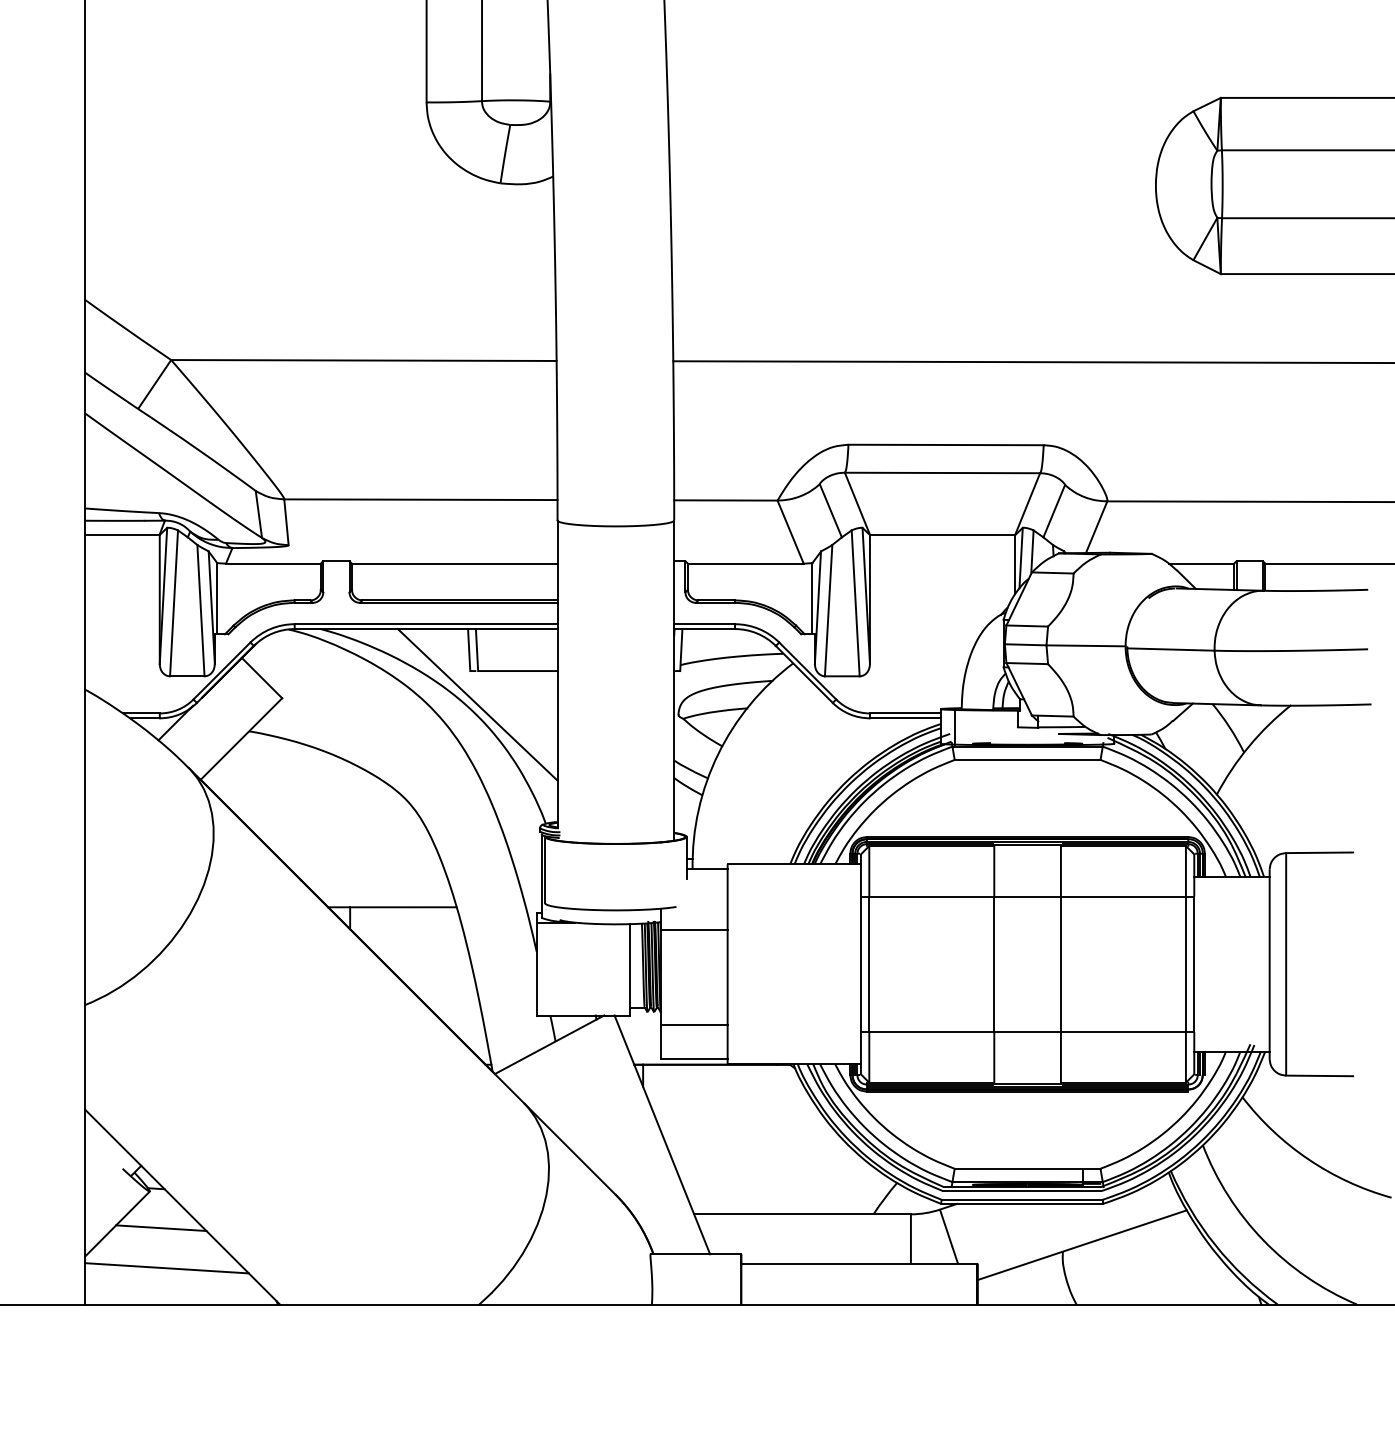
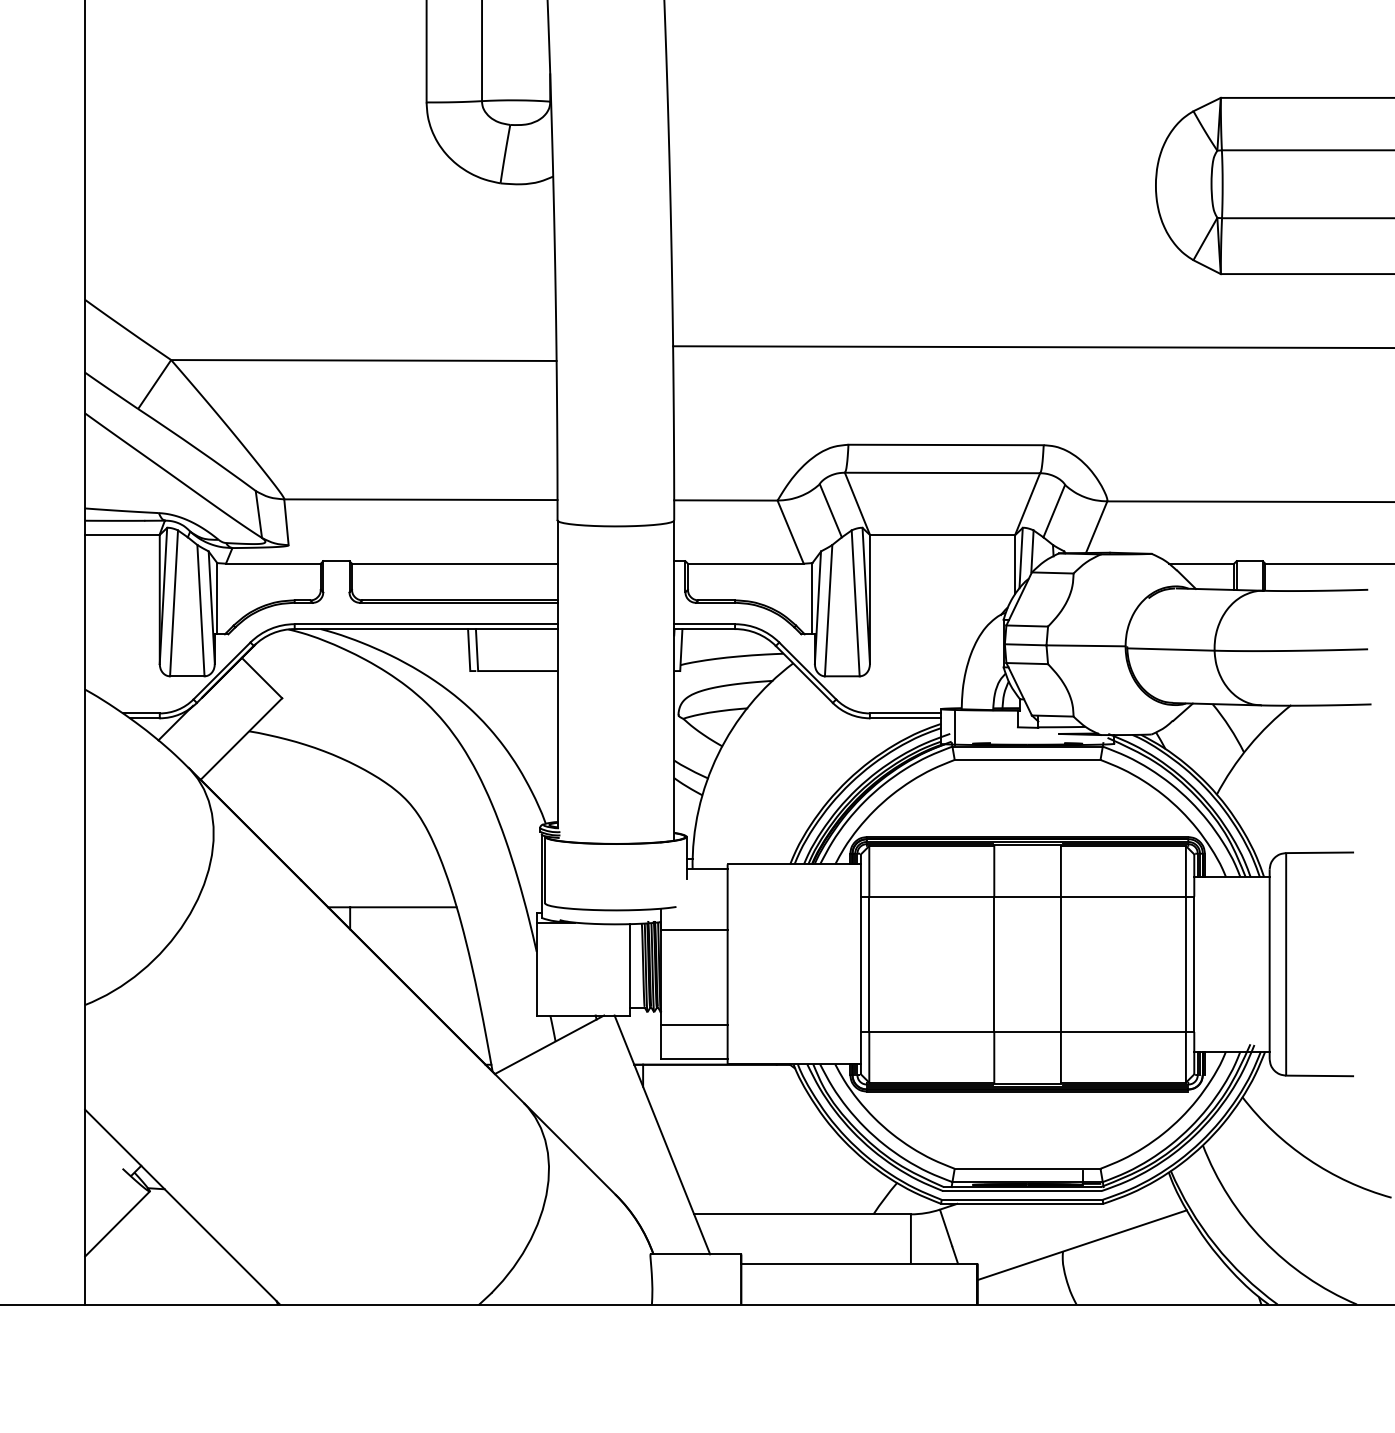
line at (1032, 362) position: (1032, 362) -> (1032, 347)
line at (477, 704): present -> none
line at (161, 1228): present -> none
line at (166, 1268): present -> none
